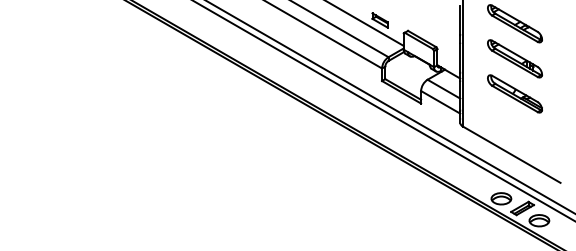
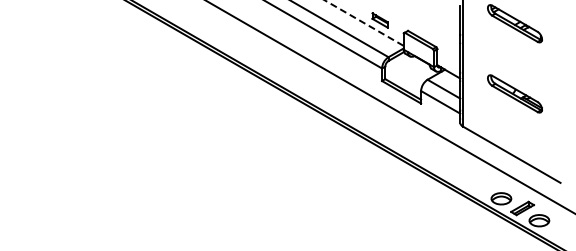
line at (364, 23): solid -> dashed
part at (514, 58): present -> none
line at (383, 110): present -> none
